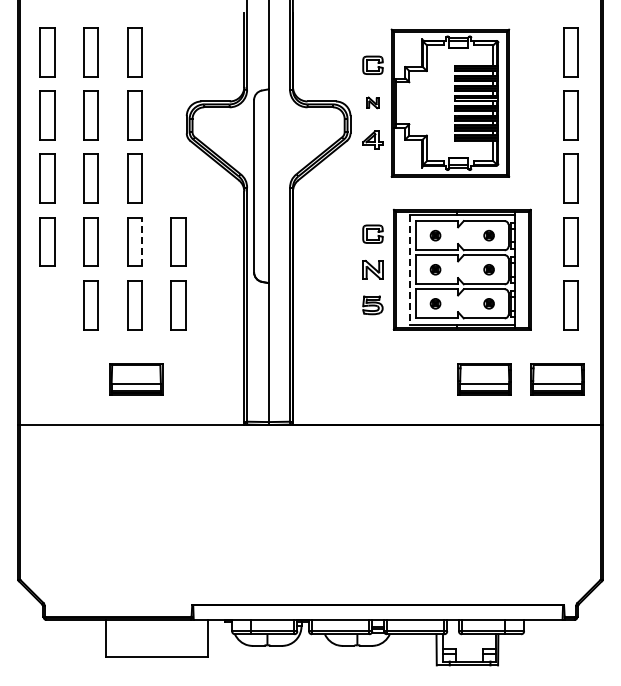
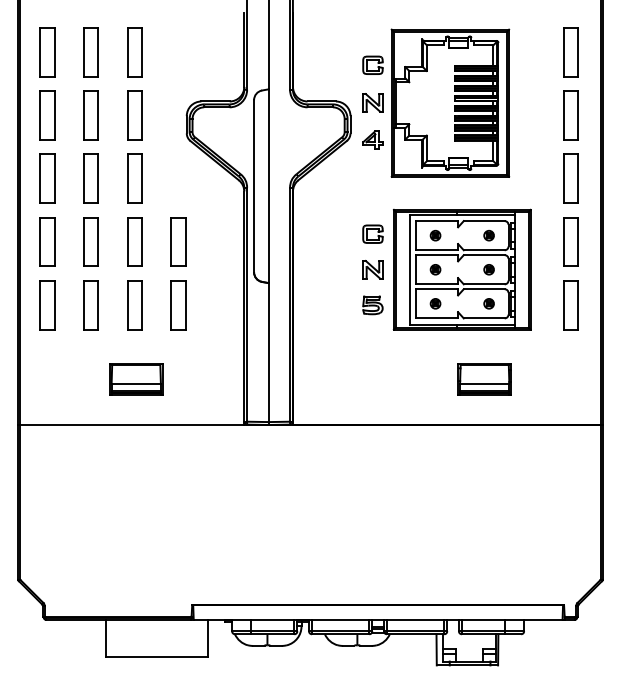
part at (372, 102) size: 14x14 px -> 22x20 px
line at (142, 241): dashed -> solid
line at (409, 269): dashed -> solid
part at (47, 305): none -> present
part at (557, 379): present -> none
